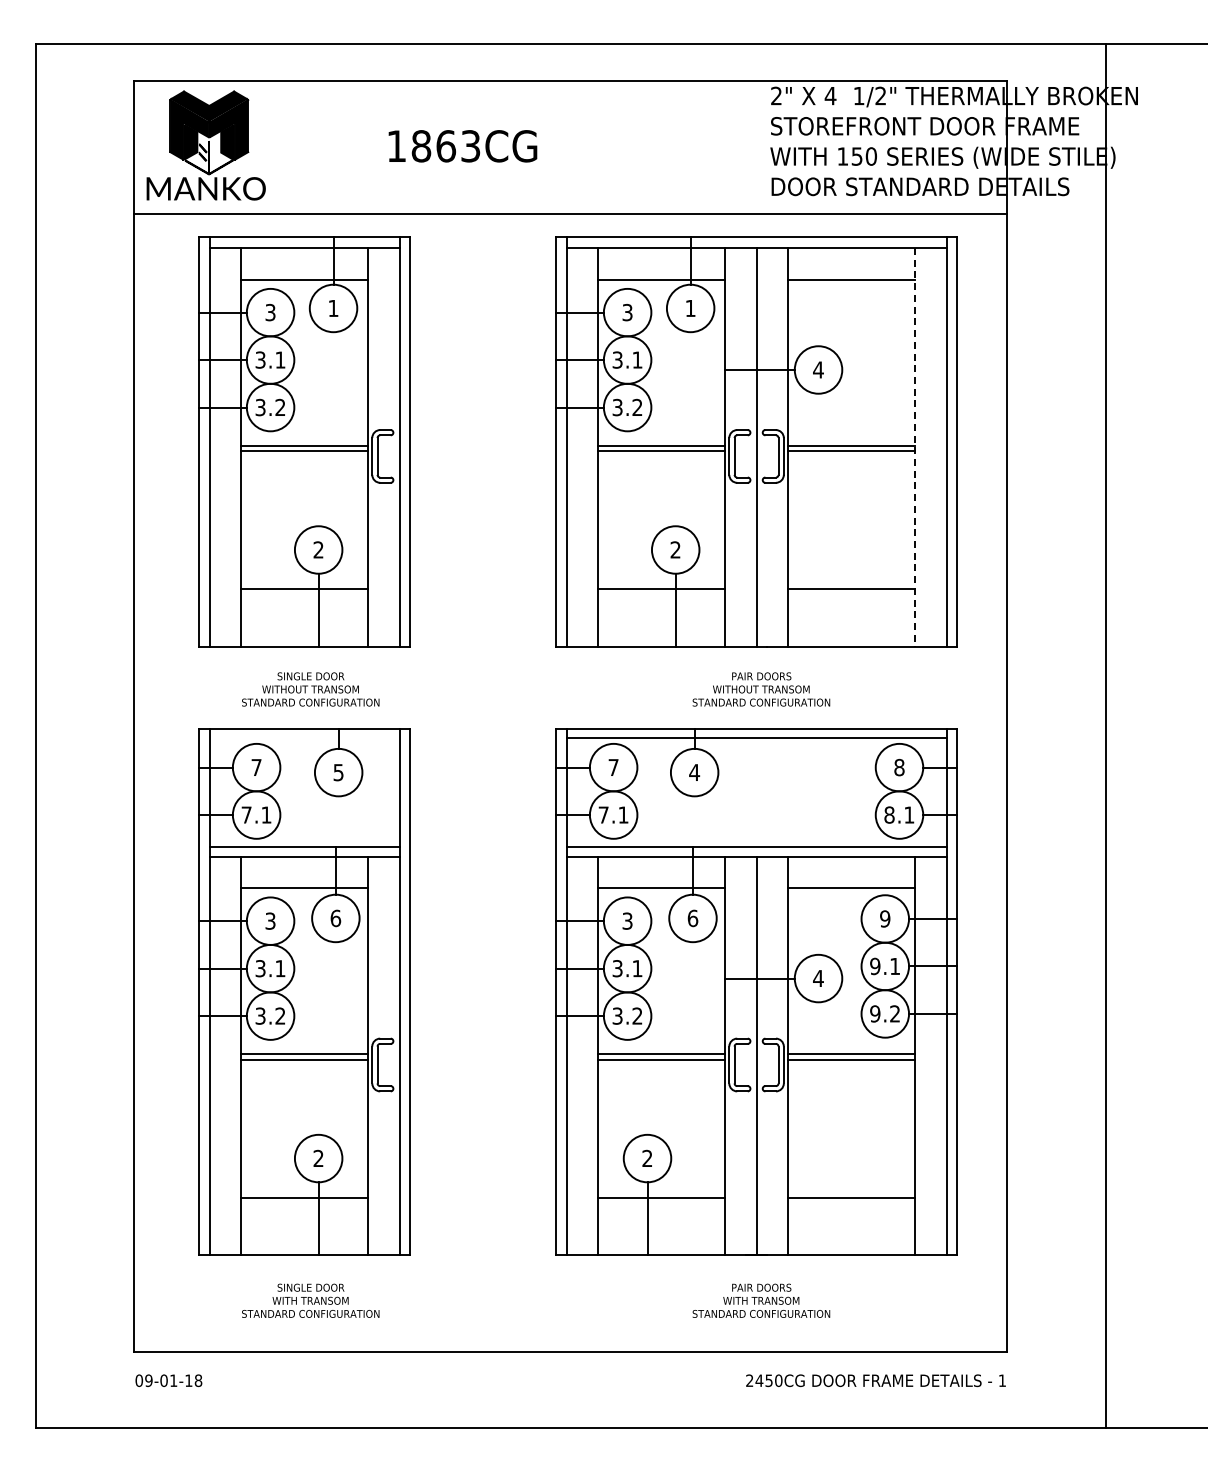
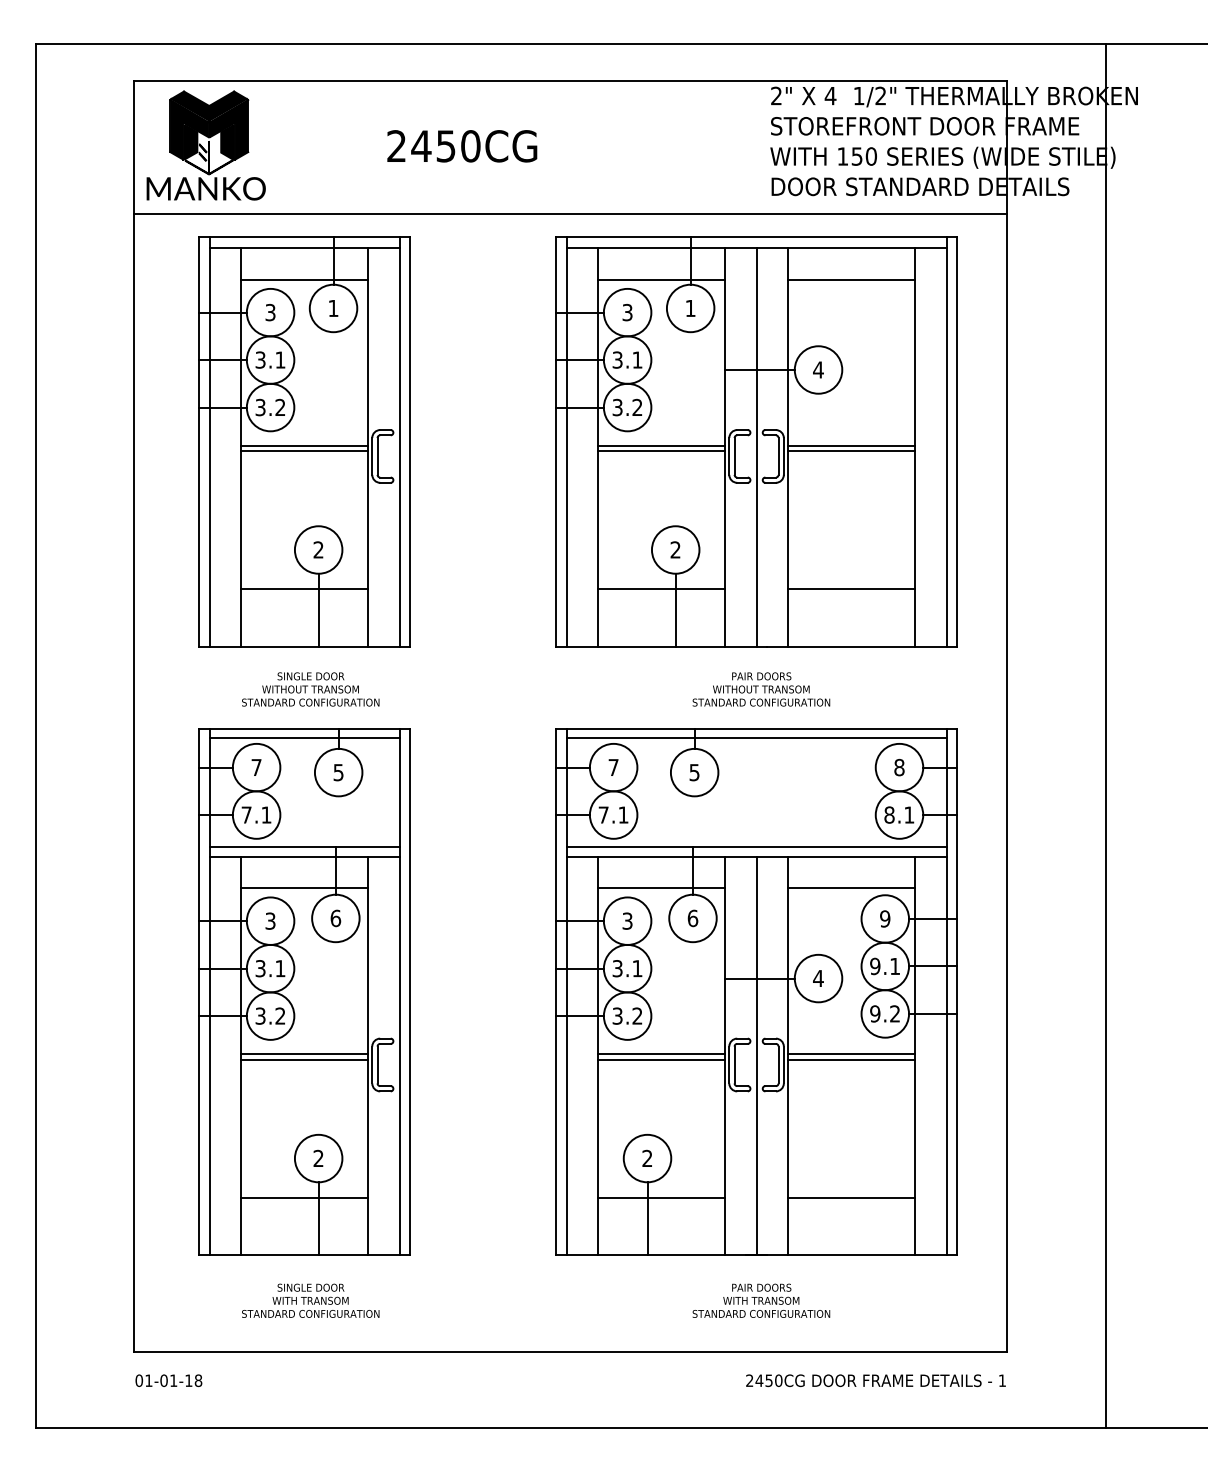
text at (433, 146): 1863CG -> 2450CG
line at (914, 447): dashed -> solid
line at (304, 738): none -> present
text at (694, 772): 4 -> 5
text at (148, 1380): 09-01-18 -> 01-01-18
